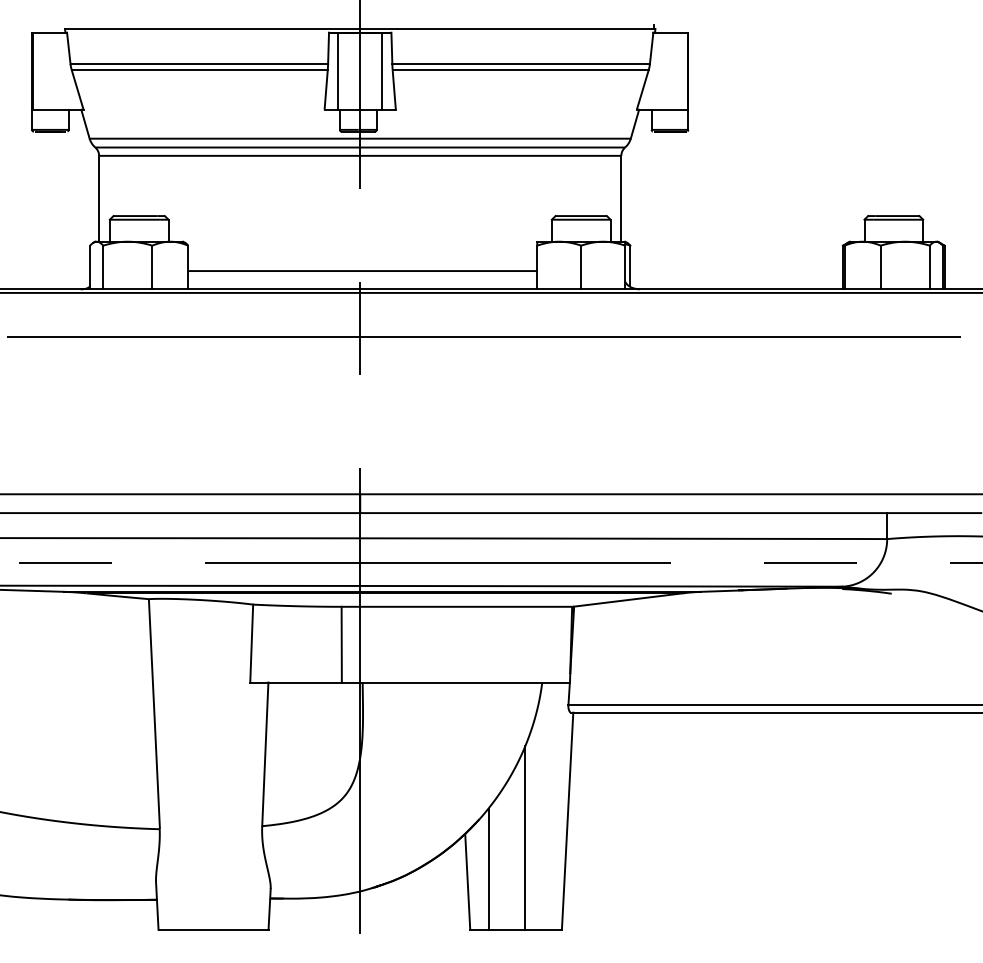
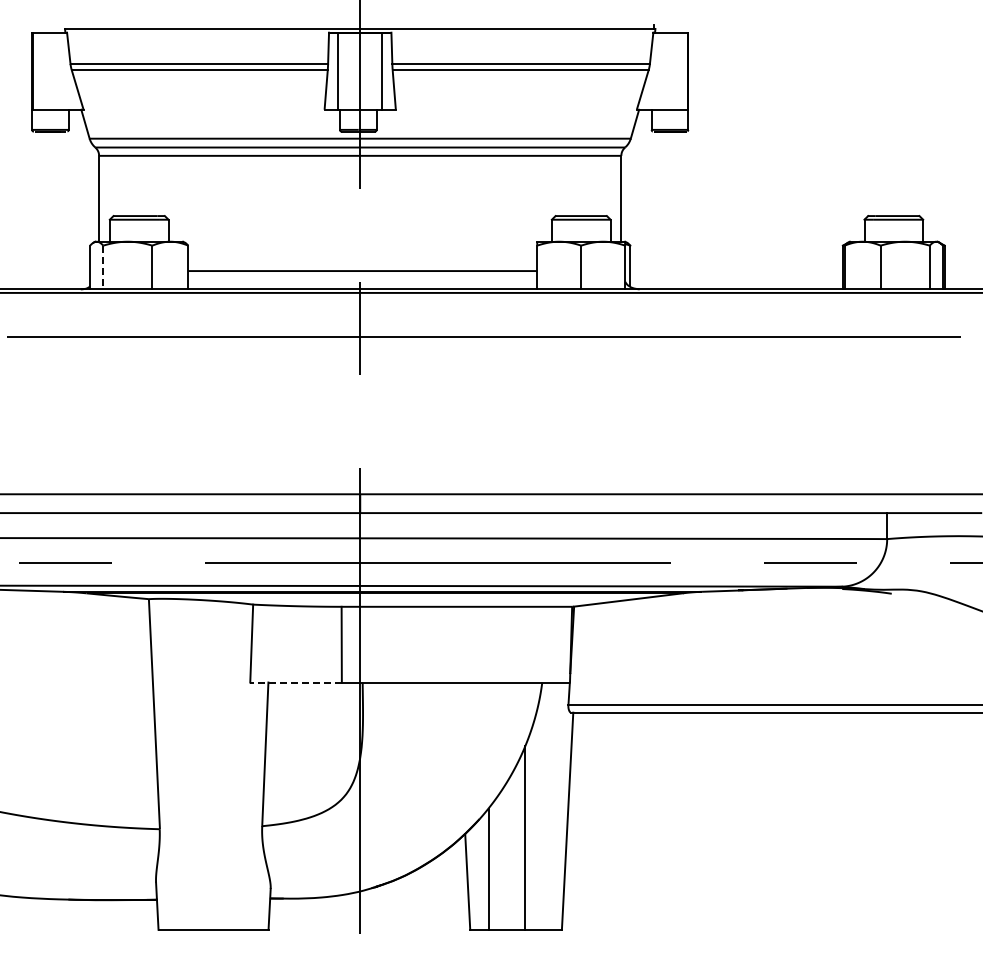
line at (103, 267): solid -> dashed
line at (296, 682): solid -> dashed
